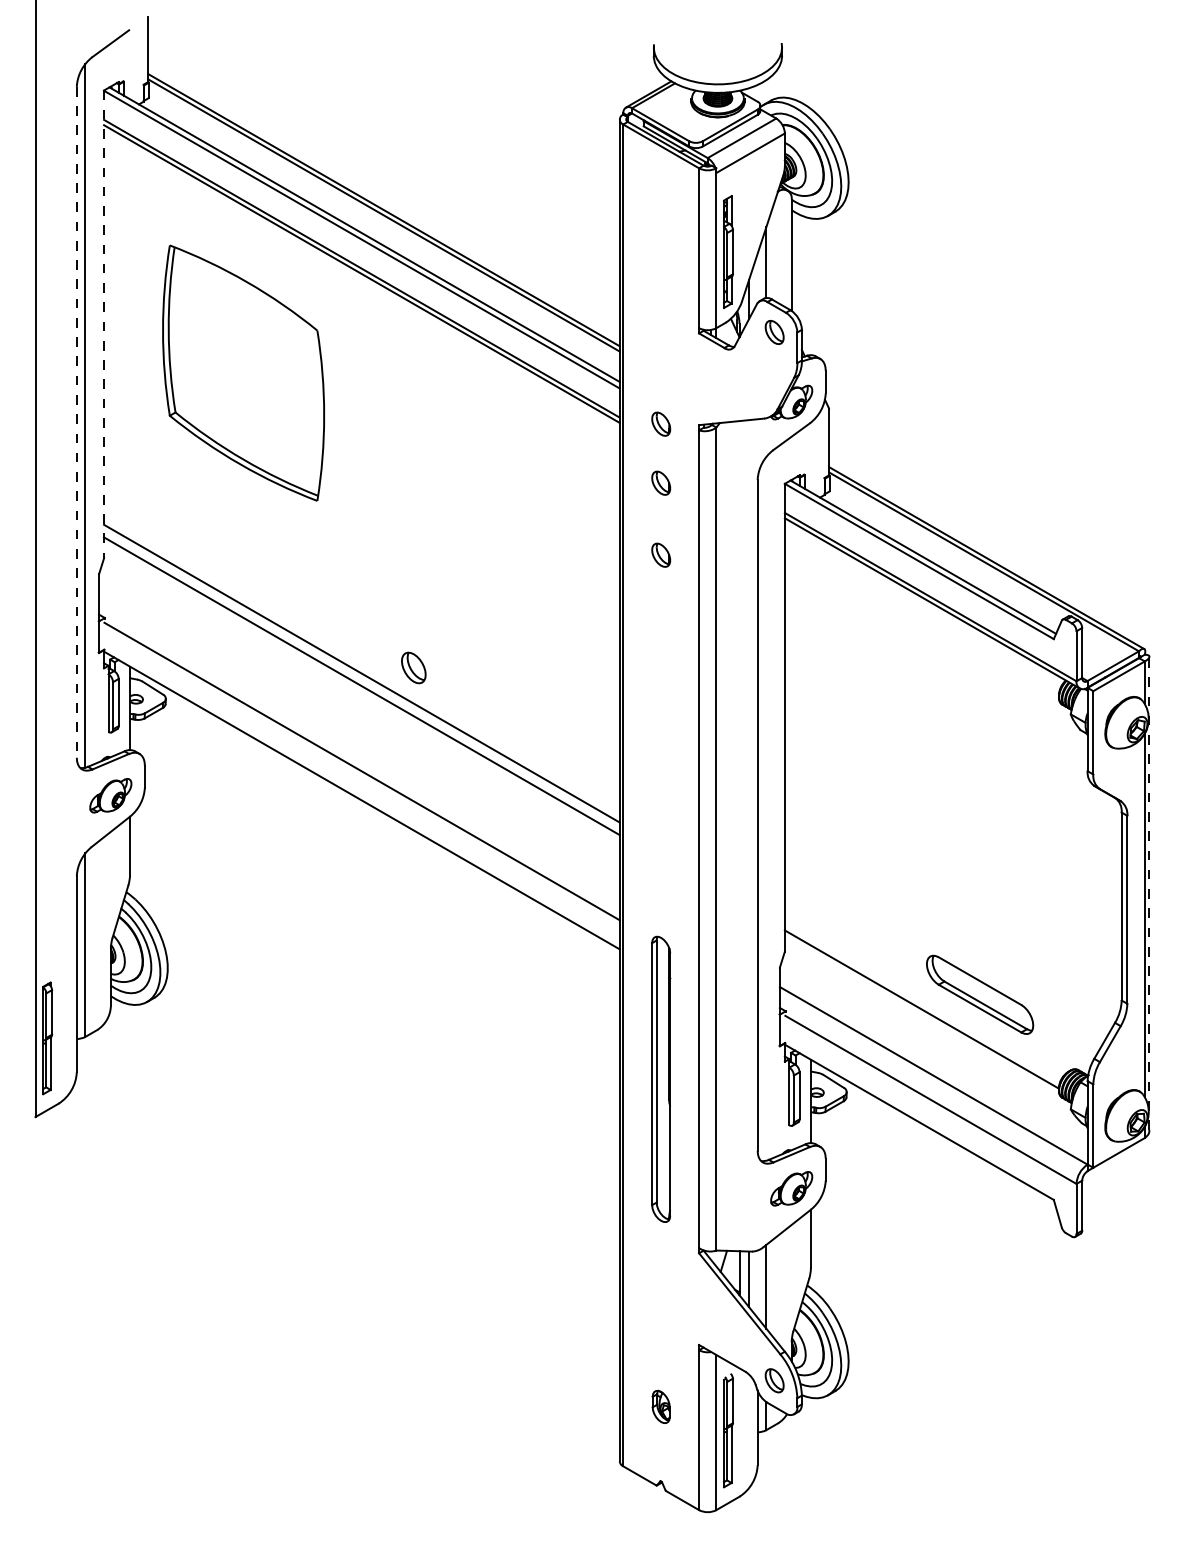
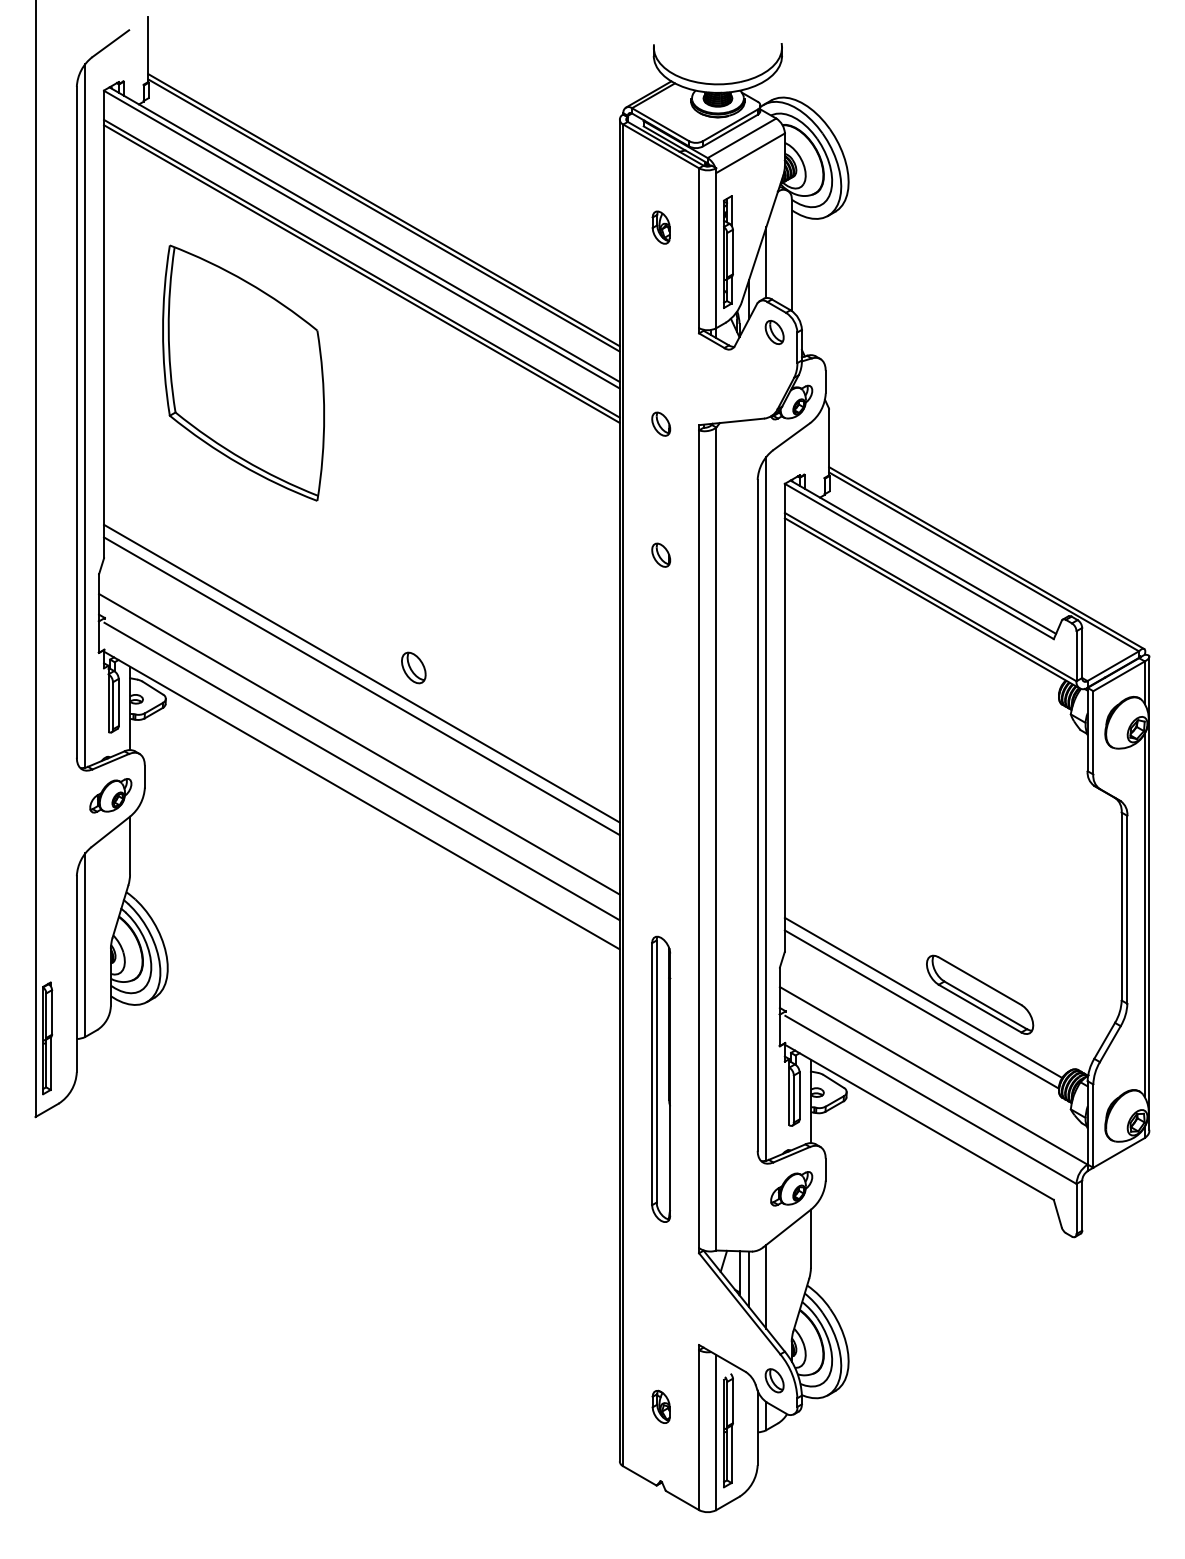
part at (660, 227): none -> present
line at (104, 324): dashed -> solid
line at (76, 422): dashed -> solid
part at (661, 482): present -> none
line at (359, 743): none -> present
line at (766, 808): none -> present
line at (1149, 893): dashed -> solid
line at (923, 997): none -> present
